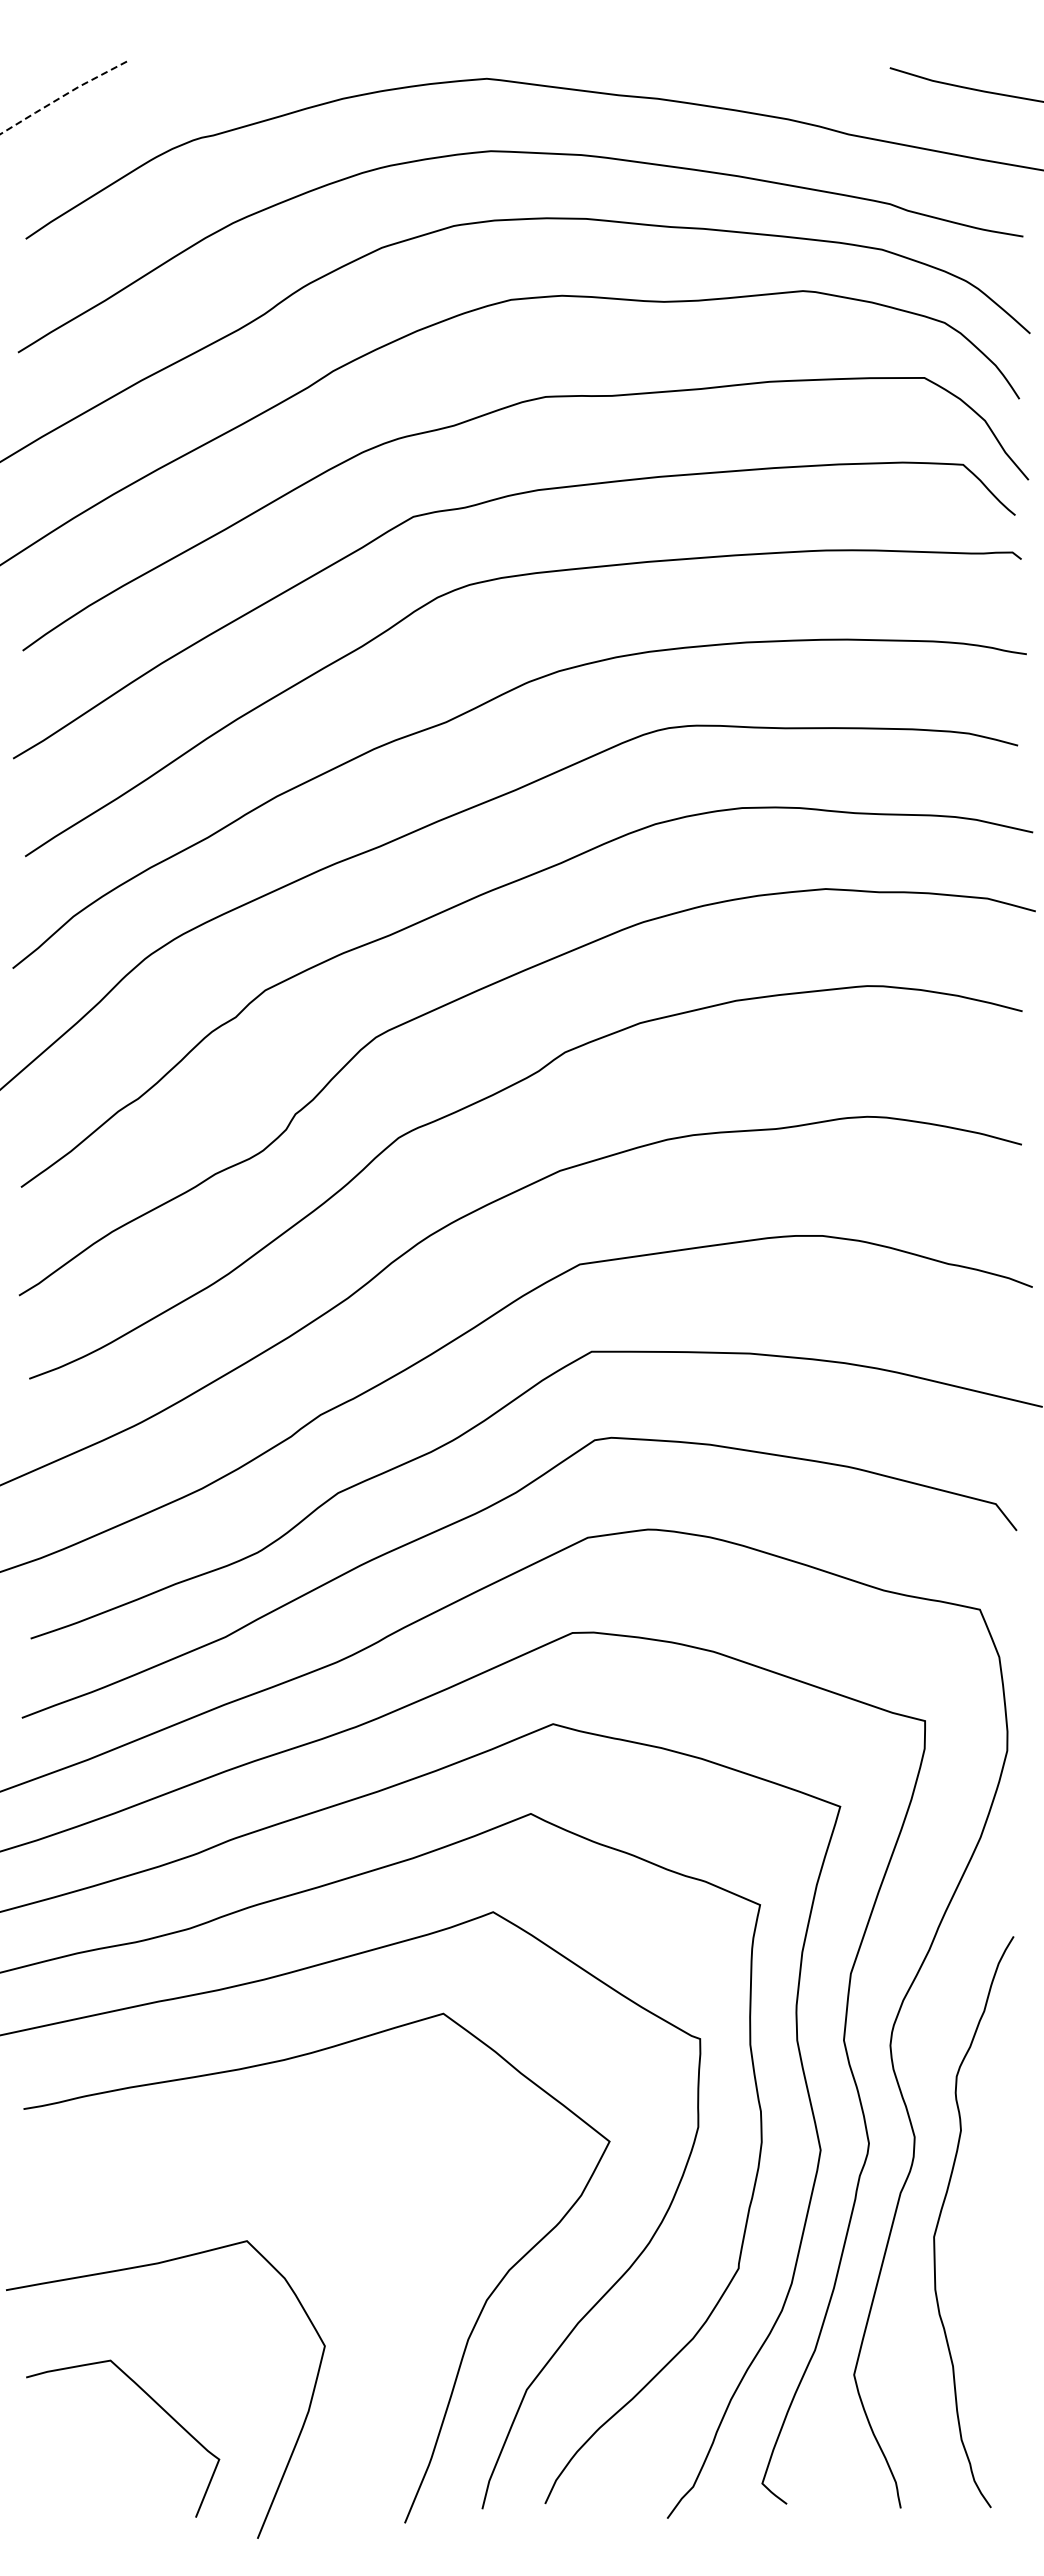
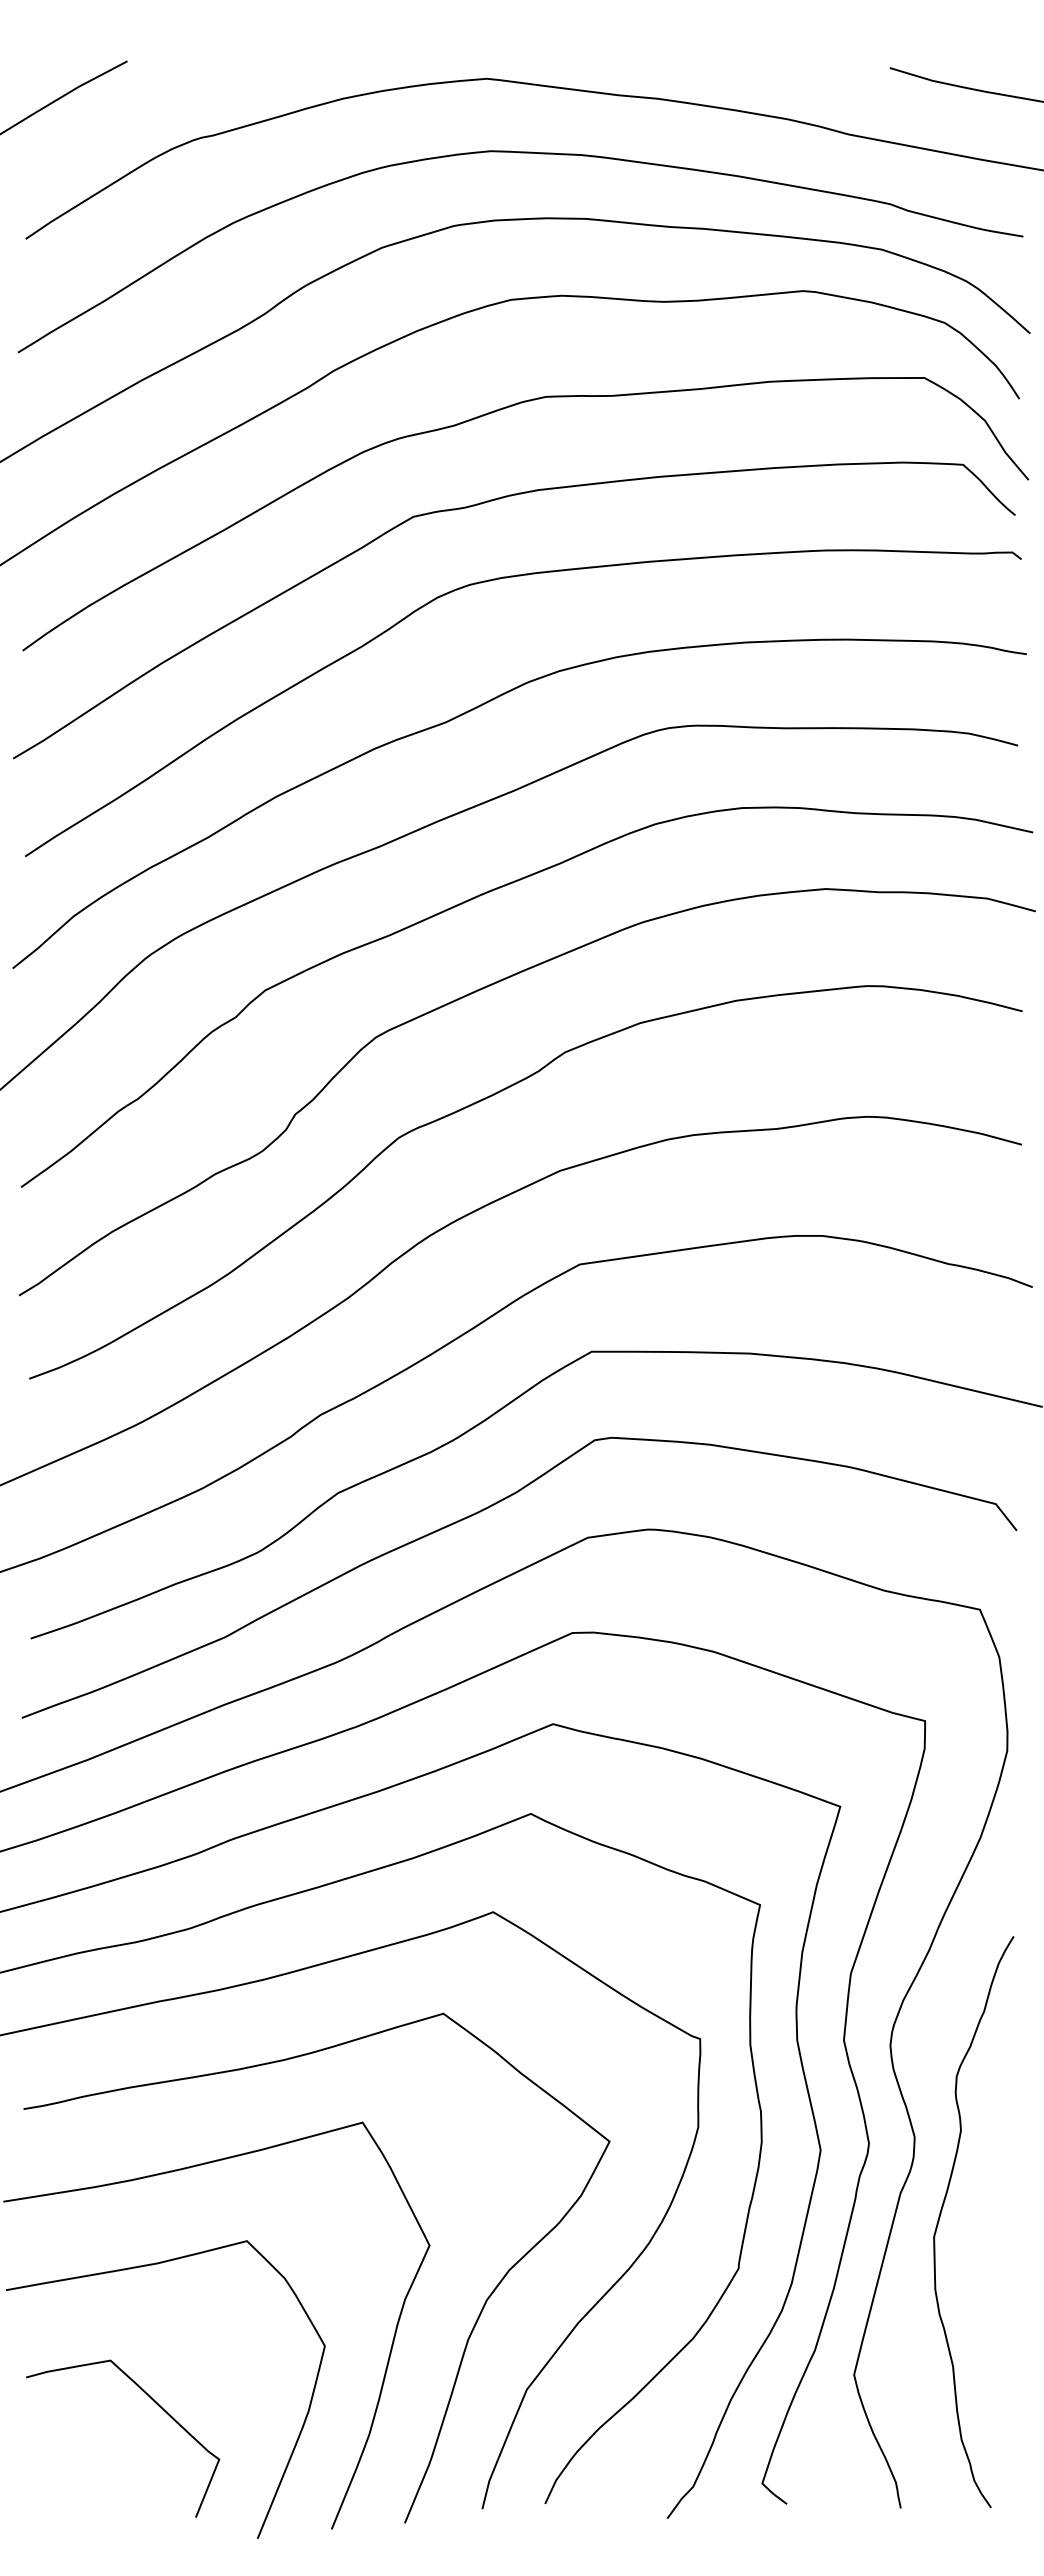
line at (63, 95): dashed -> solid
curve at (181, 2170): none -> present
